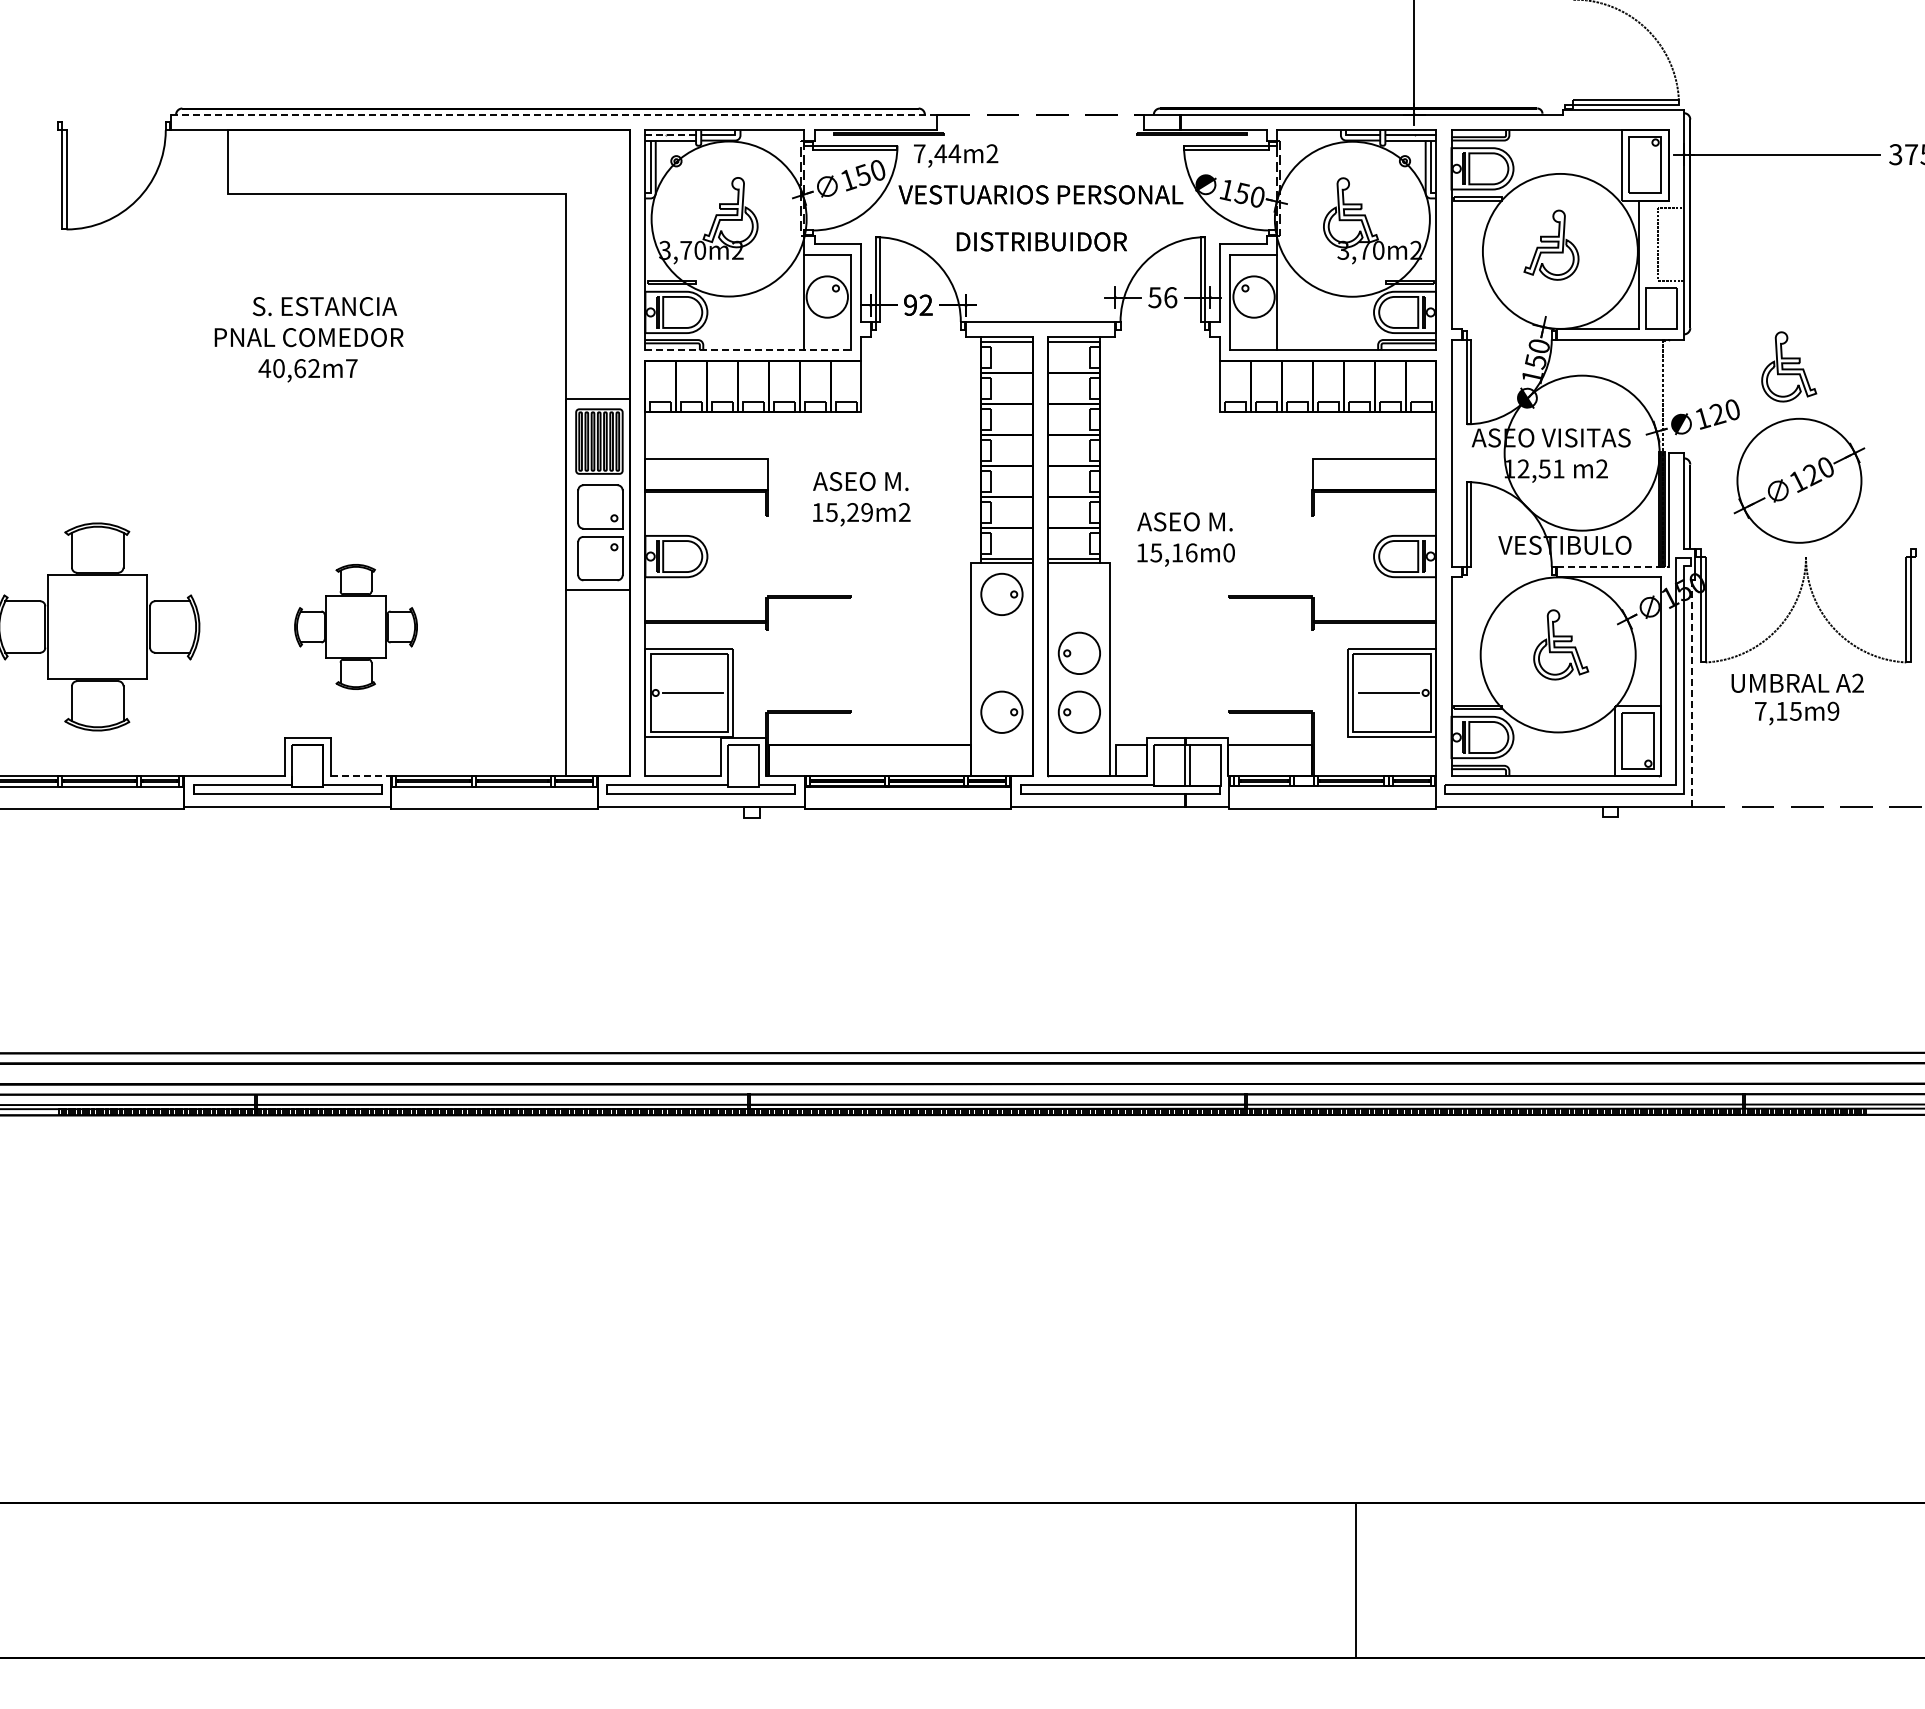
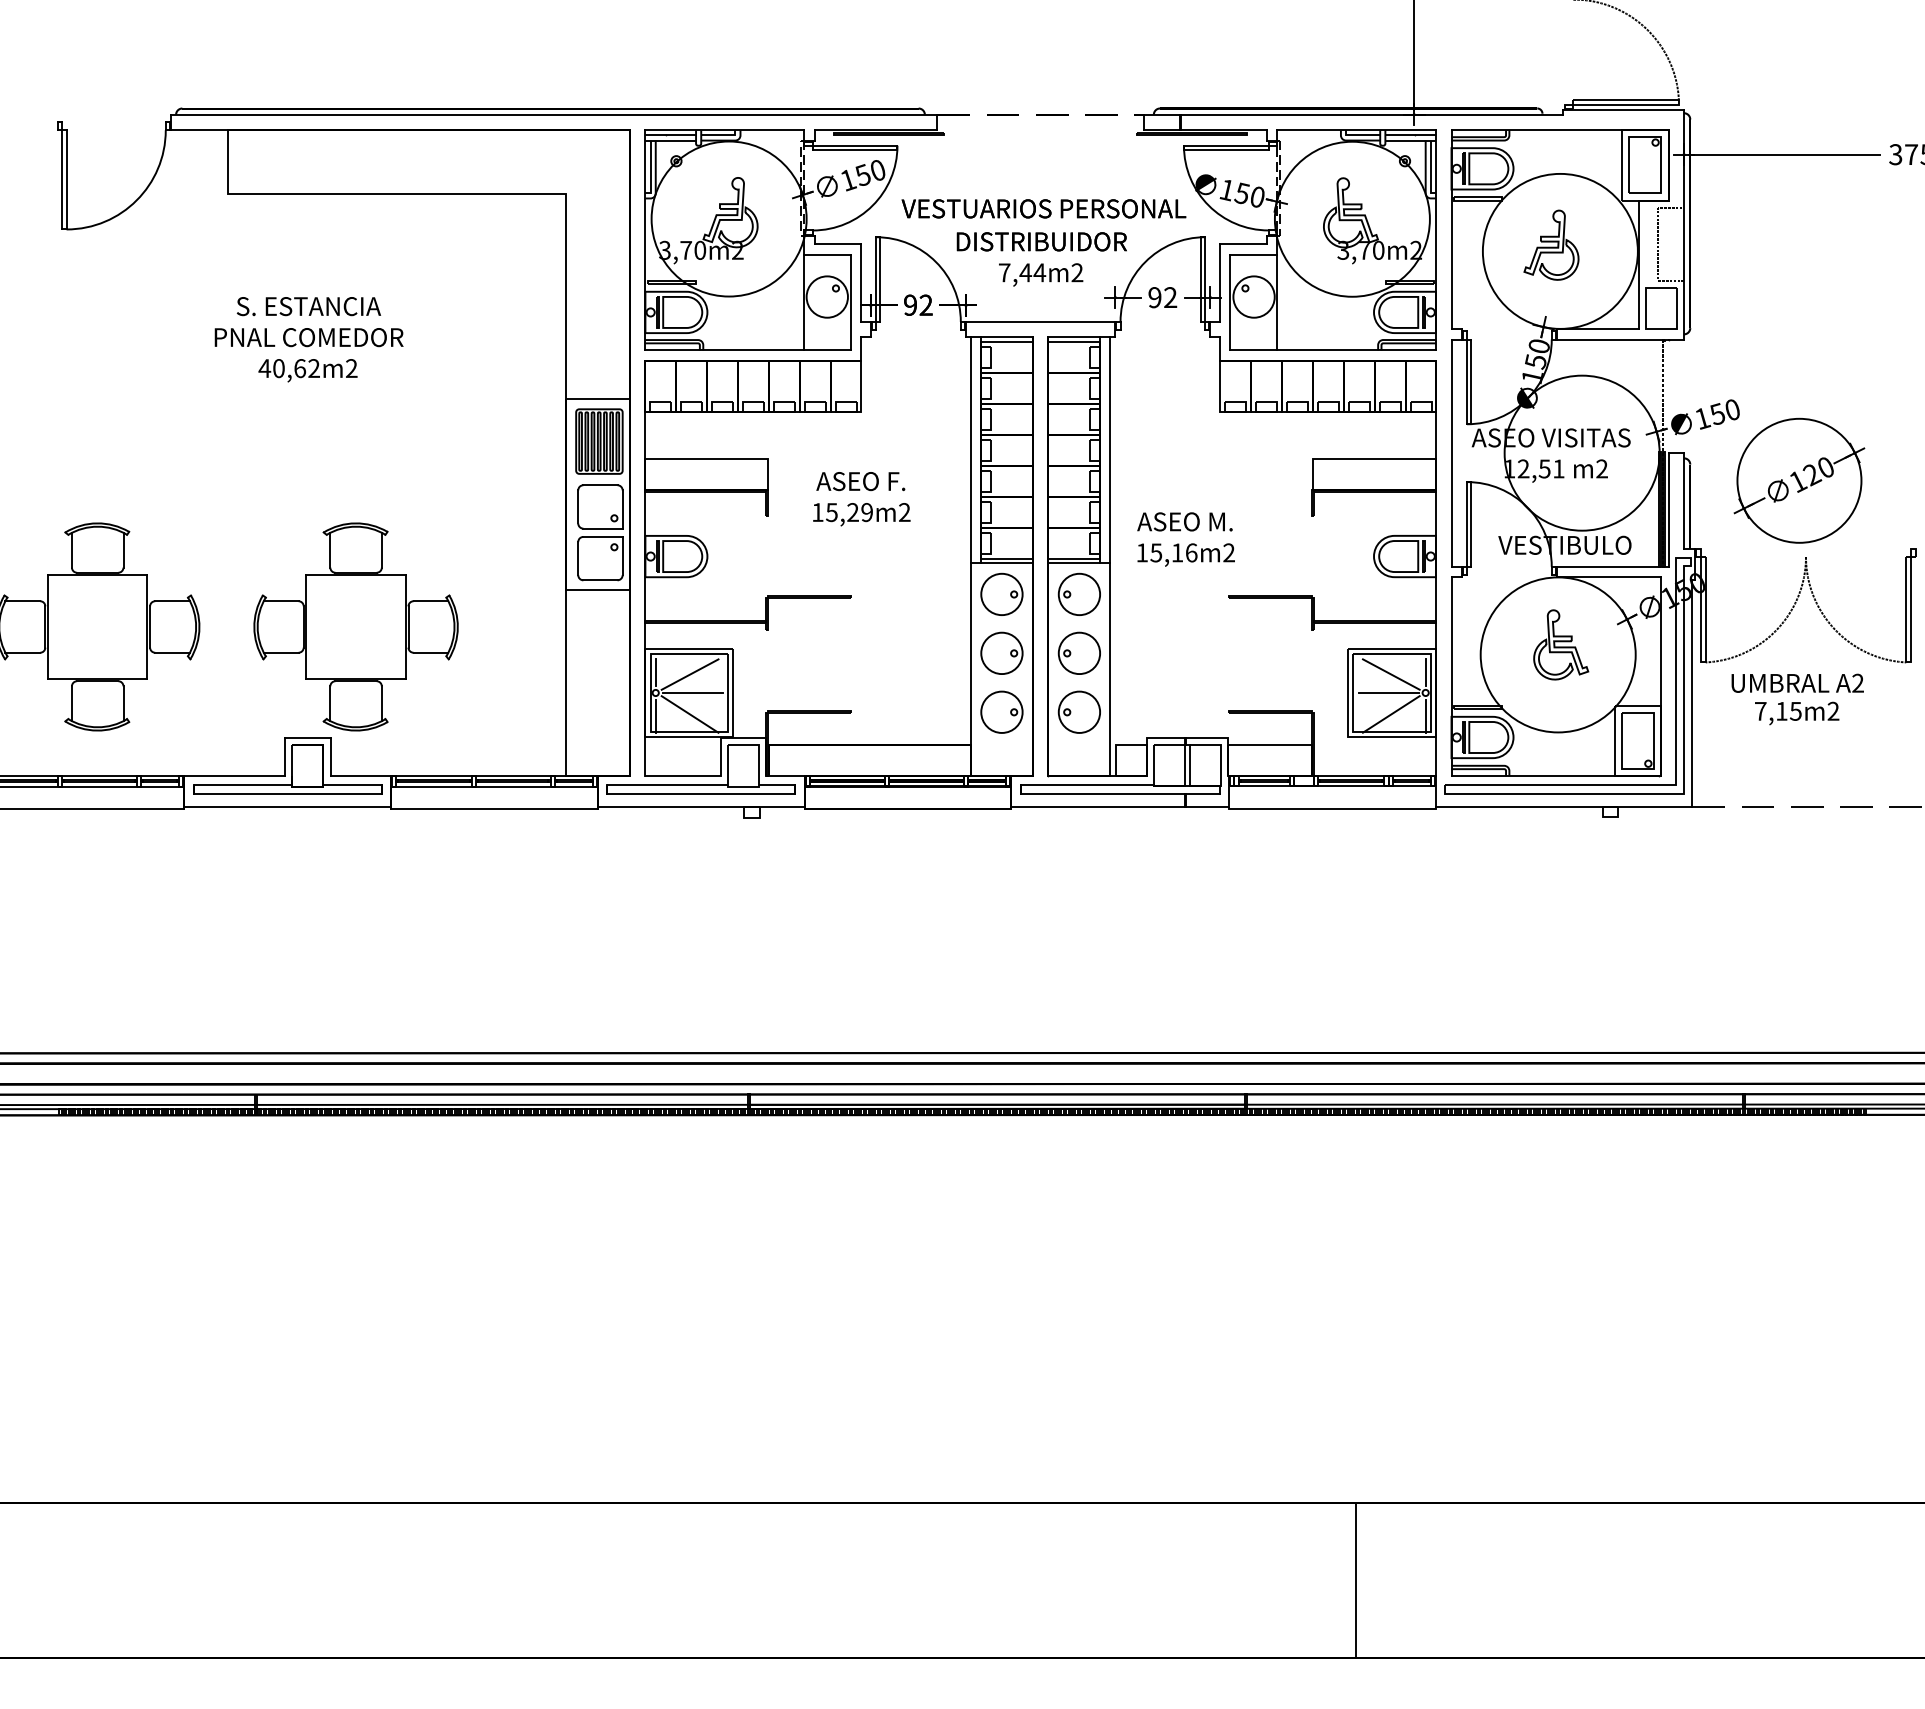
line at (554, 114): dashed -> solid
line at (671, 135): dashed -> solid
text at (956, 155) position: (956, 155) -> (1041, 274)
text at (1040, 194) position: (1040, 194) -> (1043, 208)
text at (1162, 297): 56 -> 92
text at (324, 306) position: (324, 306) -> (308, 306)
line at (748, 350): dashed -> solid
part at (1789, 366): present -> none
text at (351, 368): 40,62m7 -> 40,62m2
text at (1717, 414): 120 -> 150
line at (970, 449): none -> present
line at (1110, 449): none -> present
text at (860, 481): ASEO M. -> ASEO F.
text at (1228, 552): 15,16m0 -> 15,16m2
line at (1612, 566): dashed -> solid
part at (1078, 593): none -> present
part at (355, 626) size: 124x126 px -> 206x210 px
part at (1001, 652): none -> present
line at (655, 672): none -> present
line at (1425, 672): none -> present
line at (689, 674): none -> present
line at (1390, 674): none -> present
line at (1692, 693): dashed -> solid
text at (1833, 711): 7,15m9 -> 7,15m2
line at (689, 714): none -> present
line at (1390, 714): none -> present
line at (655, 715): none -> present
line at (1425, 715): none -> present
line at (361, 776): dashed -> solid
